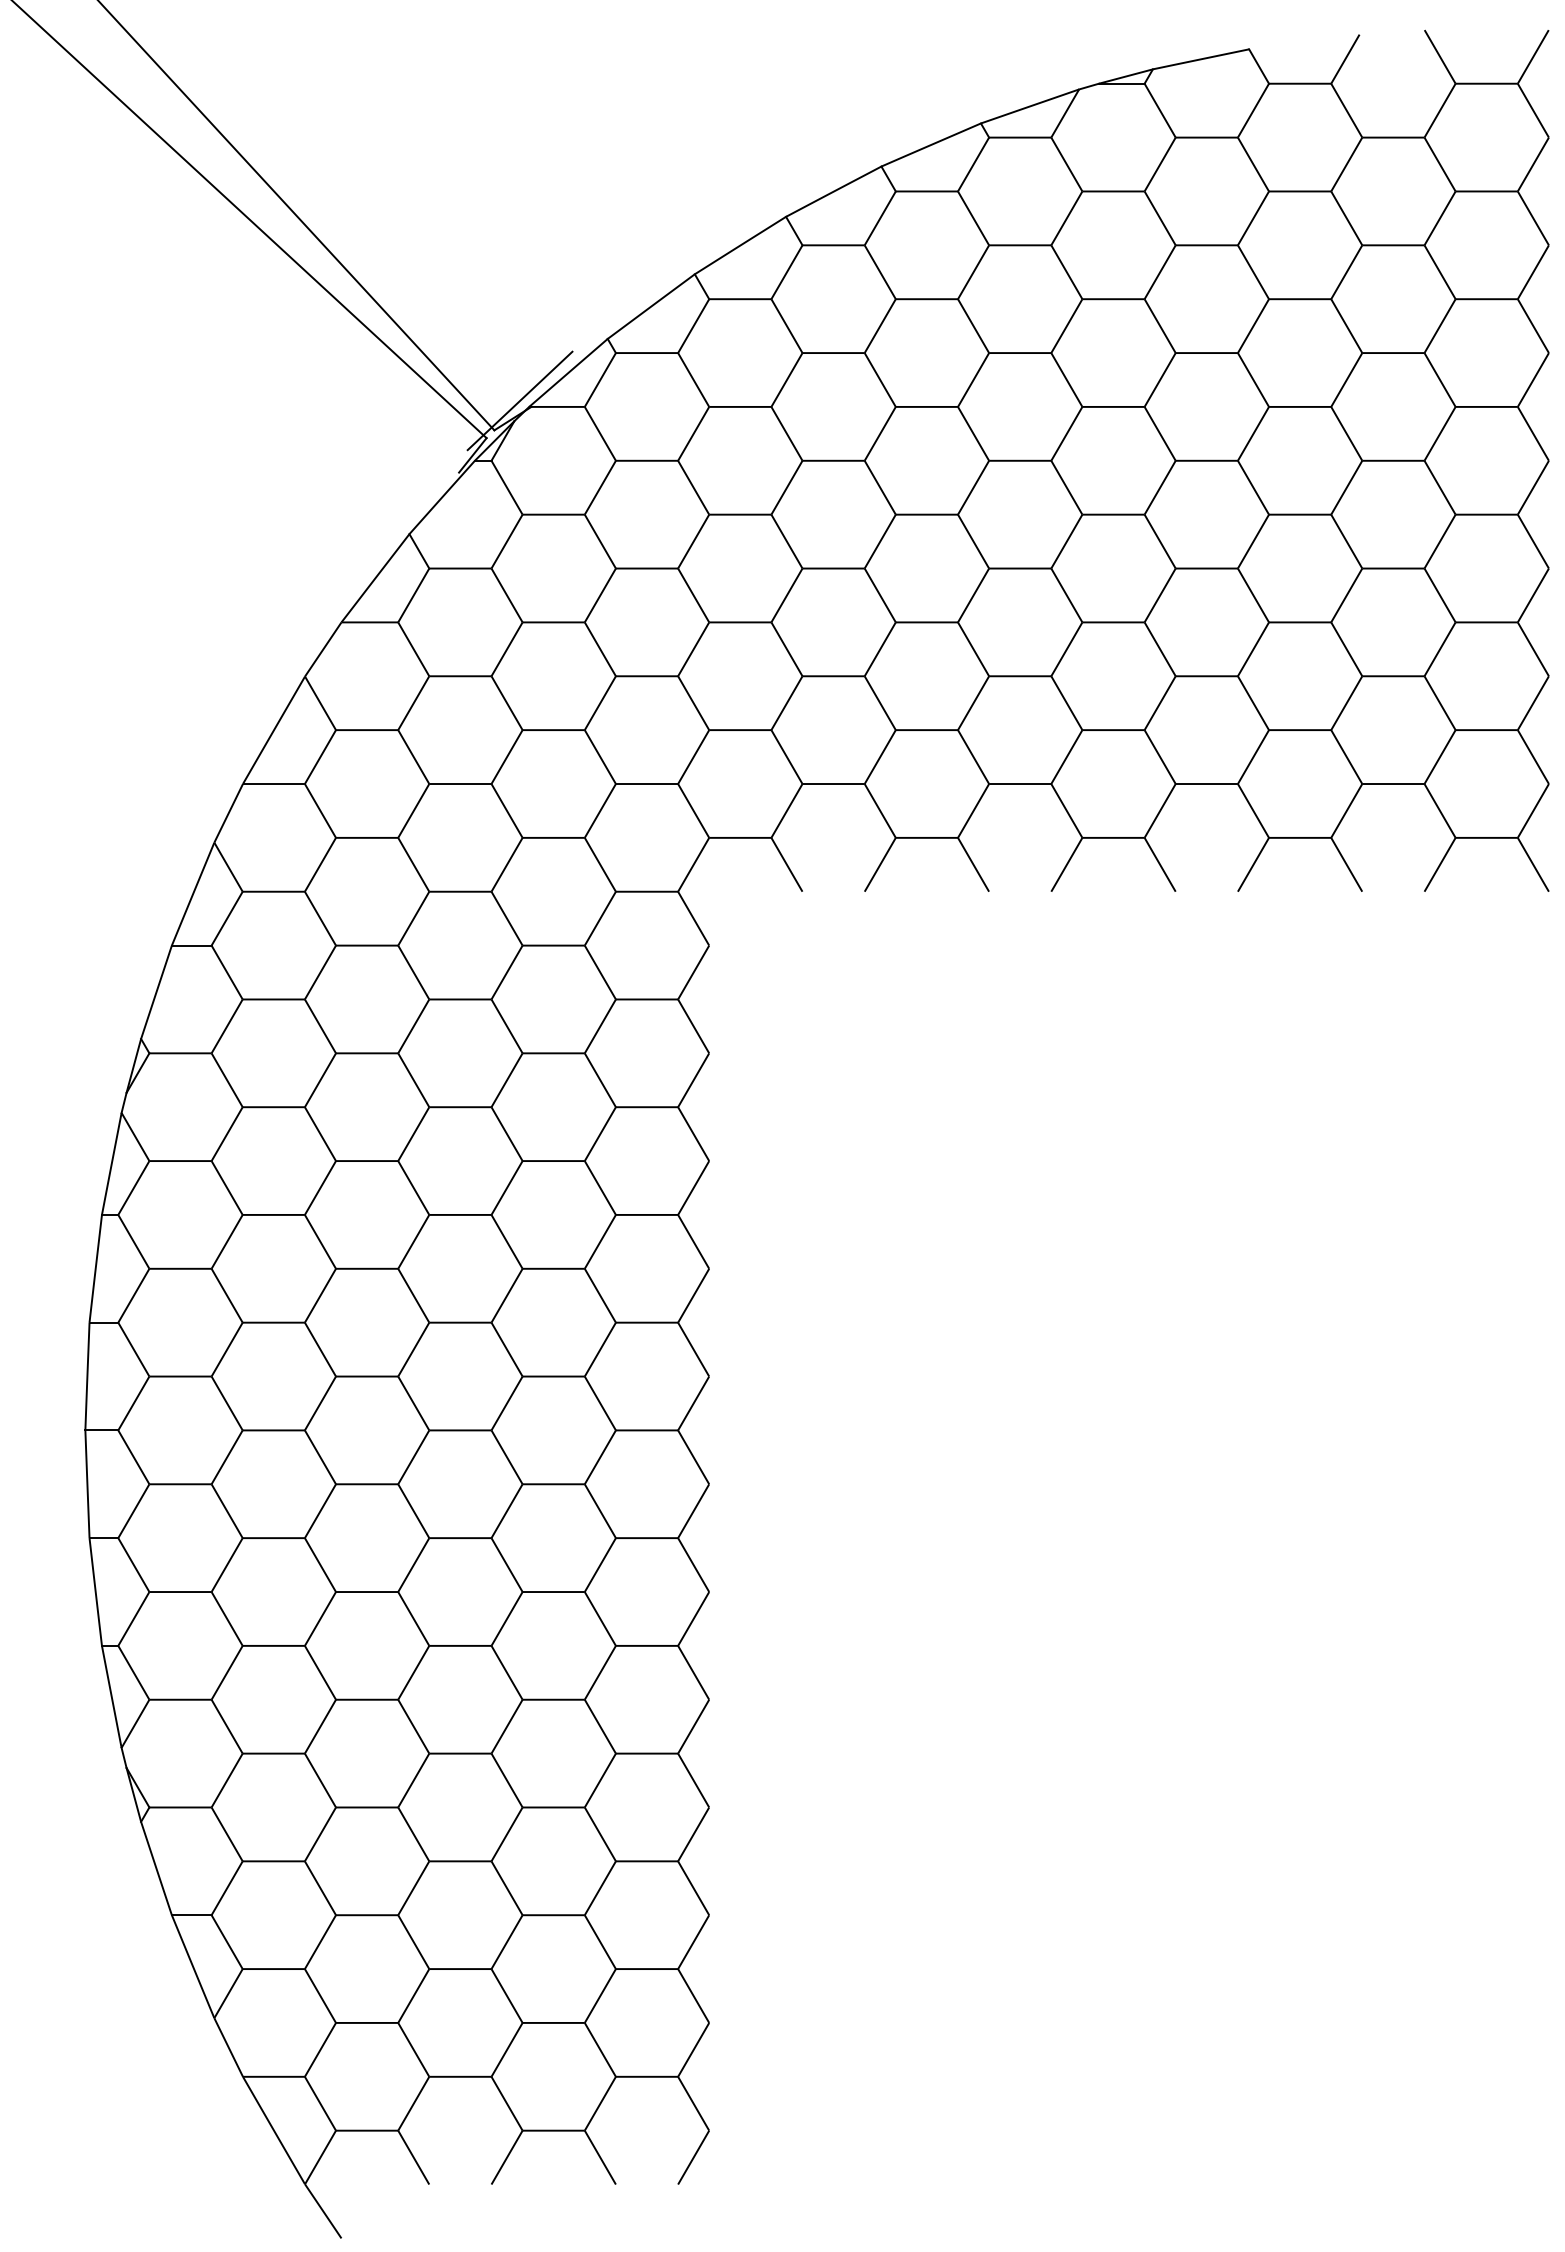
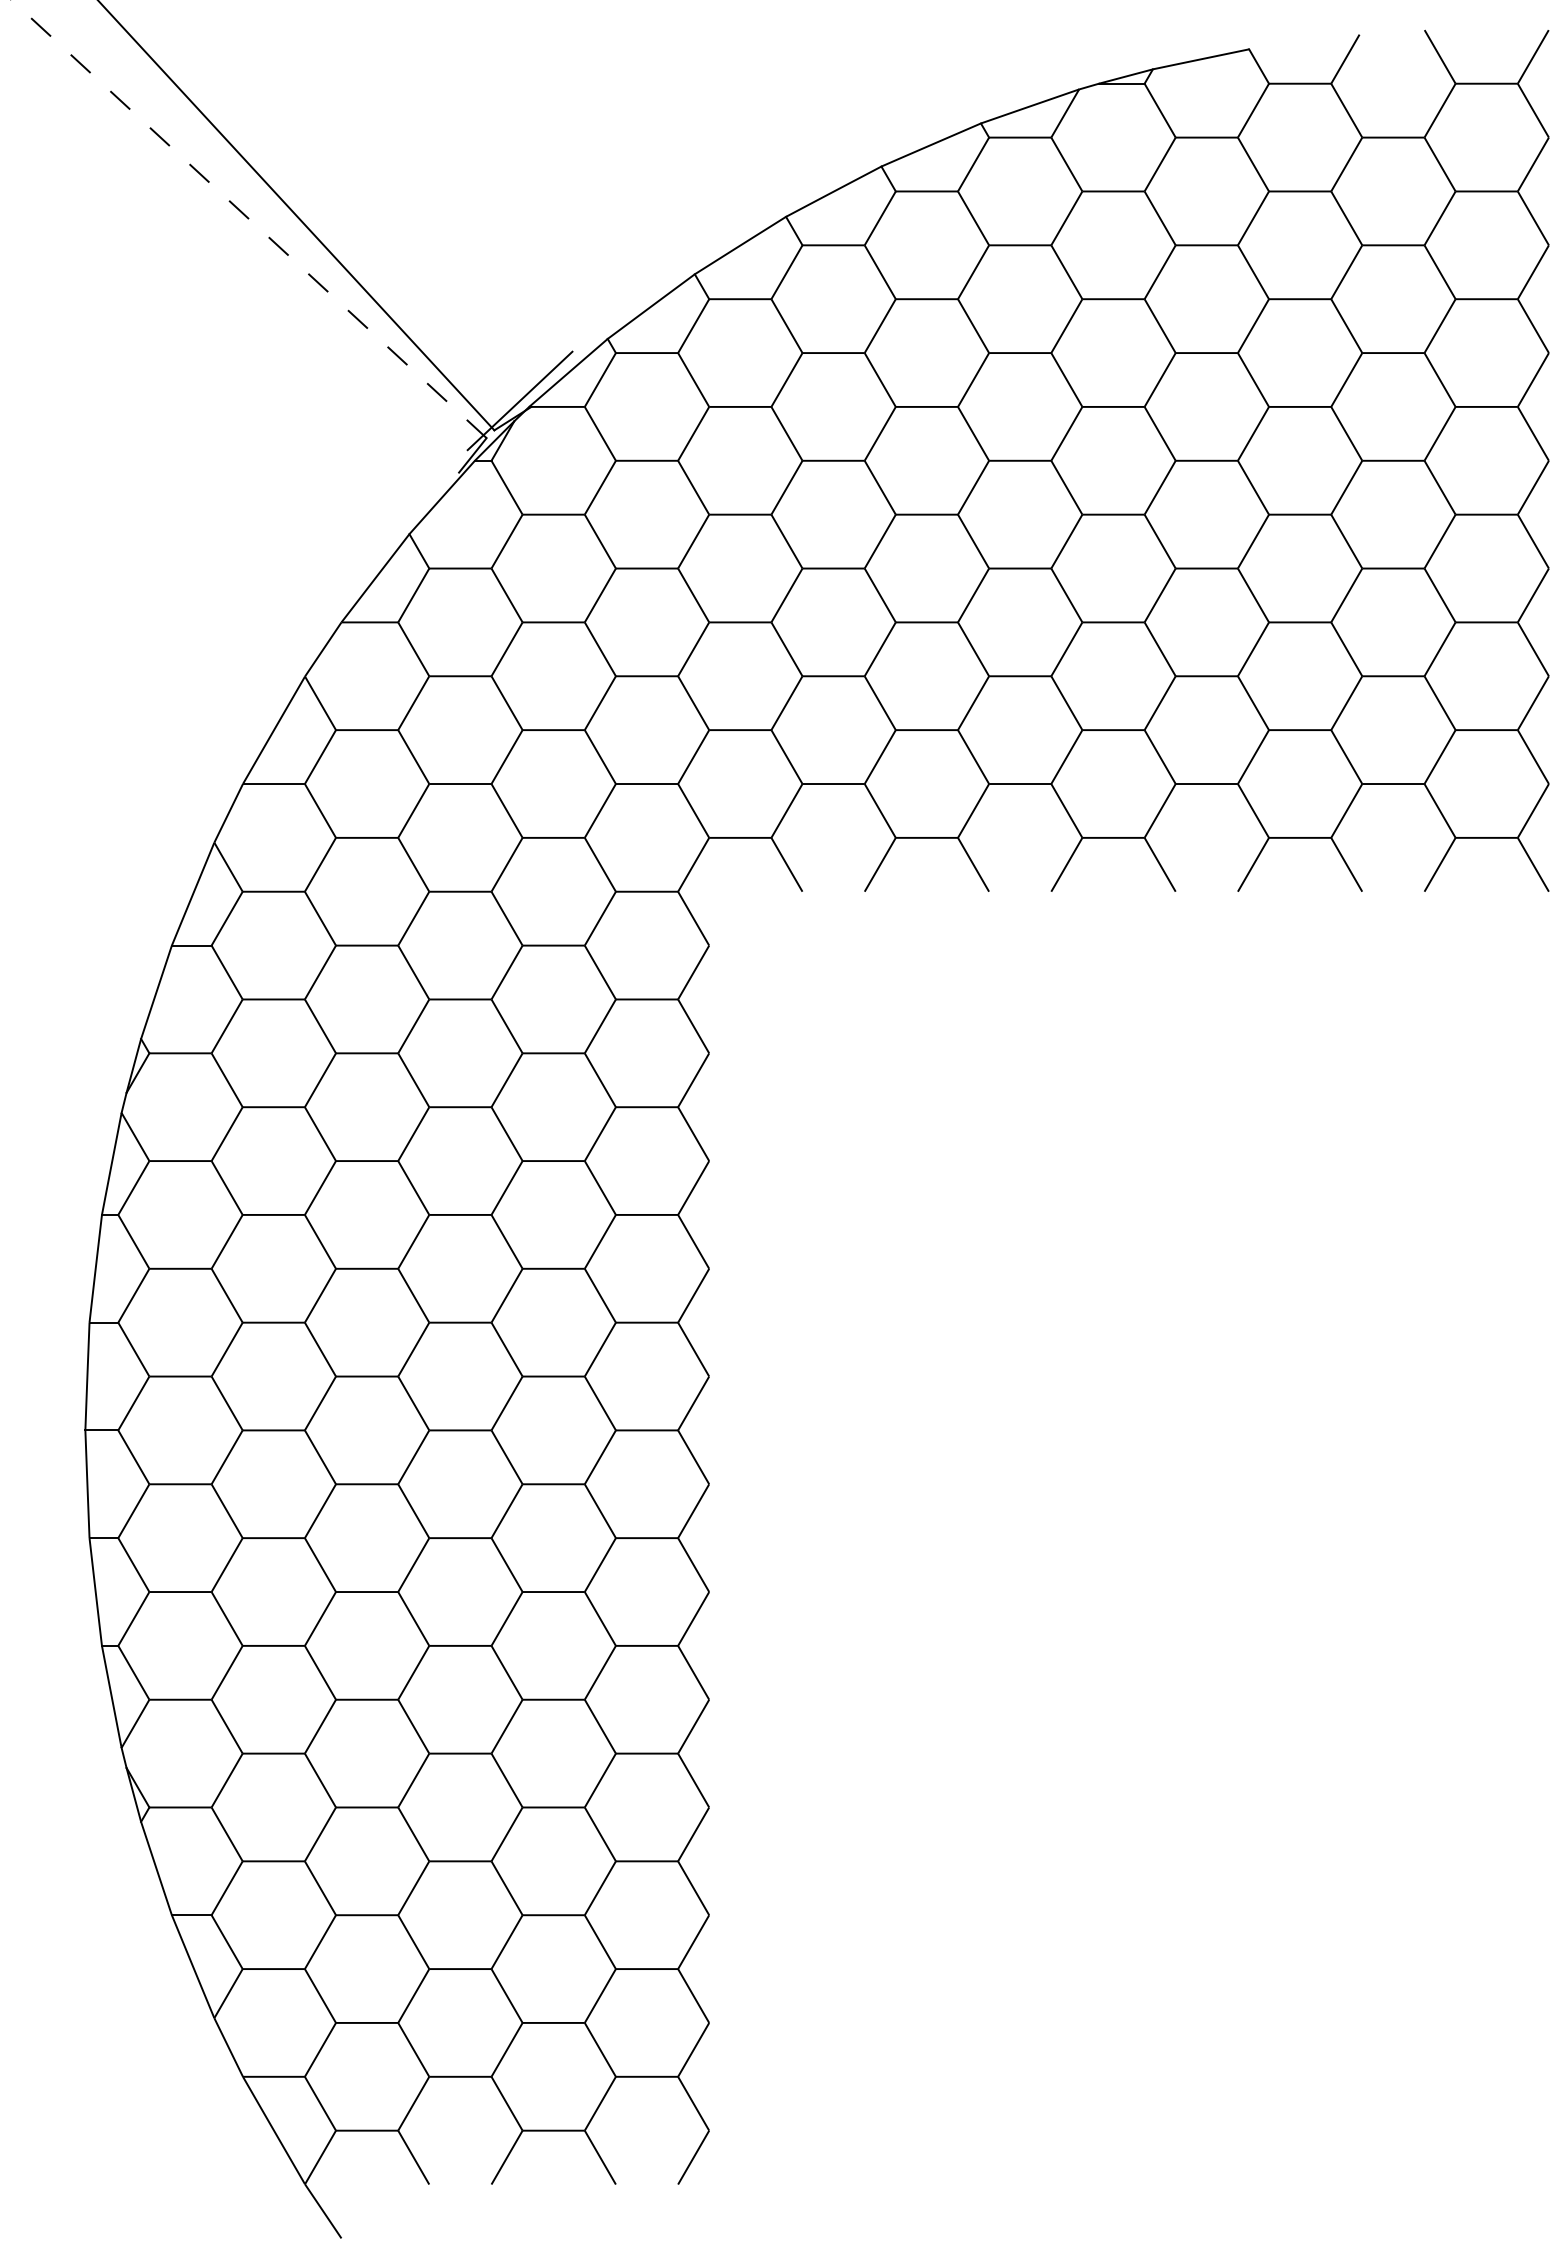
line at (249, 219): solid -> dashed
